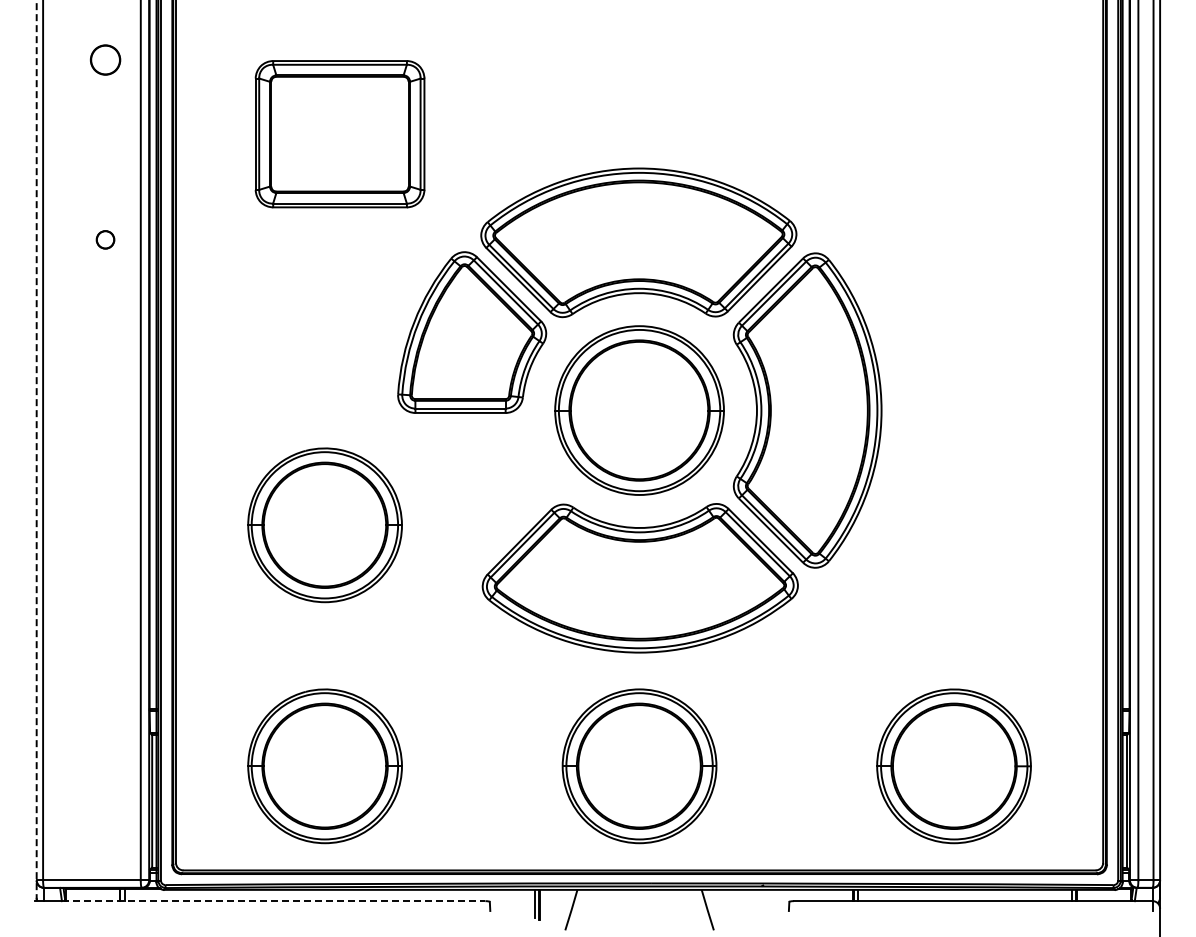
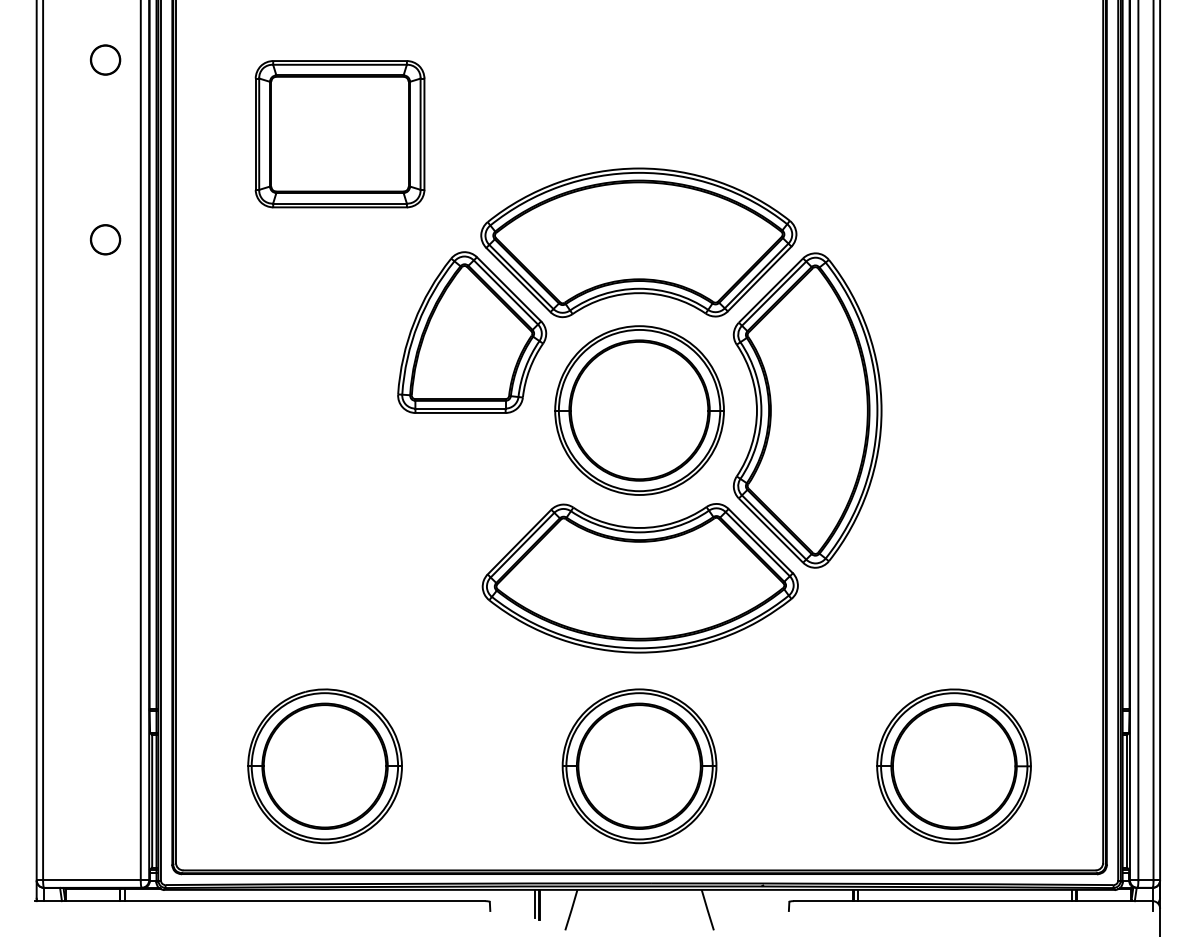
part at (105, 239) size: 21x20 px -> 33x32 px
line at (36, 450): dashed -> solid
part at (324, 525): present -> none
line at (273, 901): dashed -> solid
